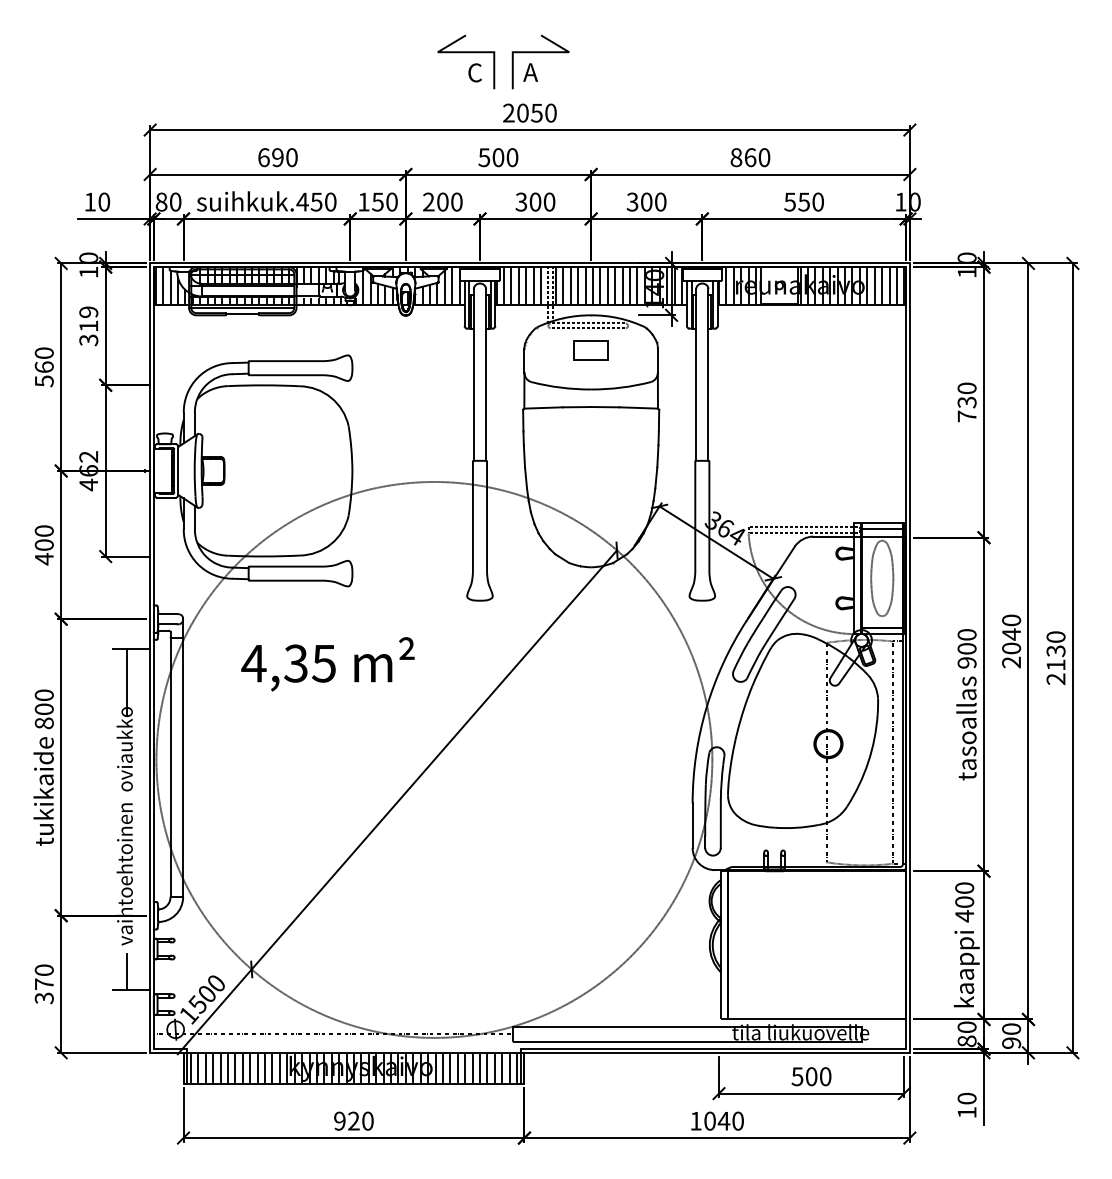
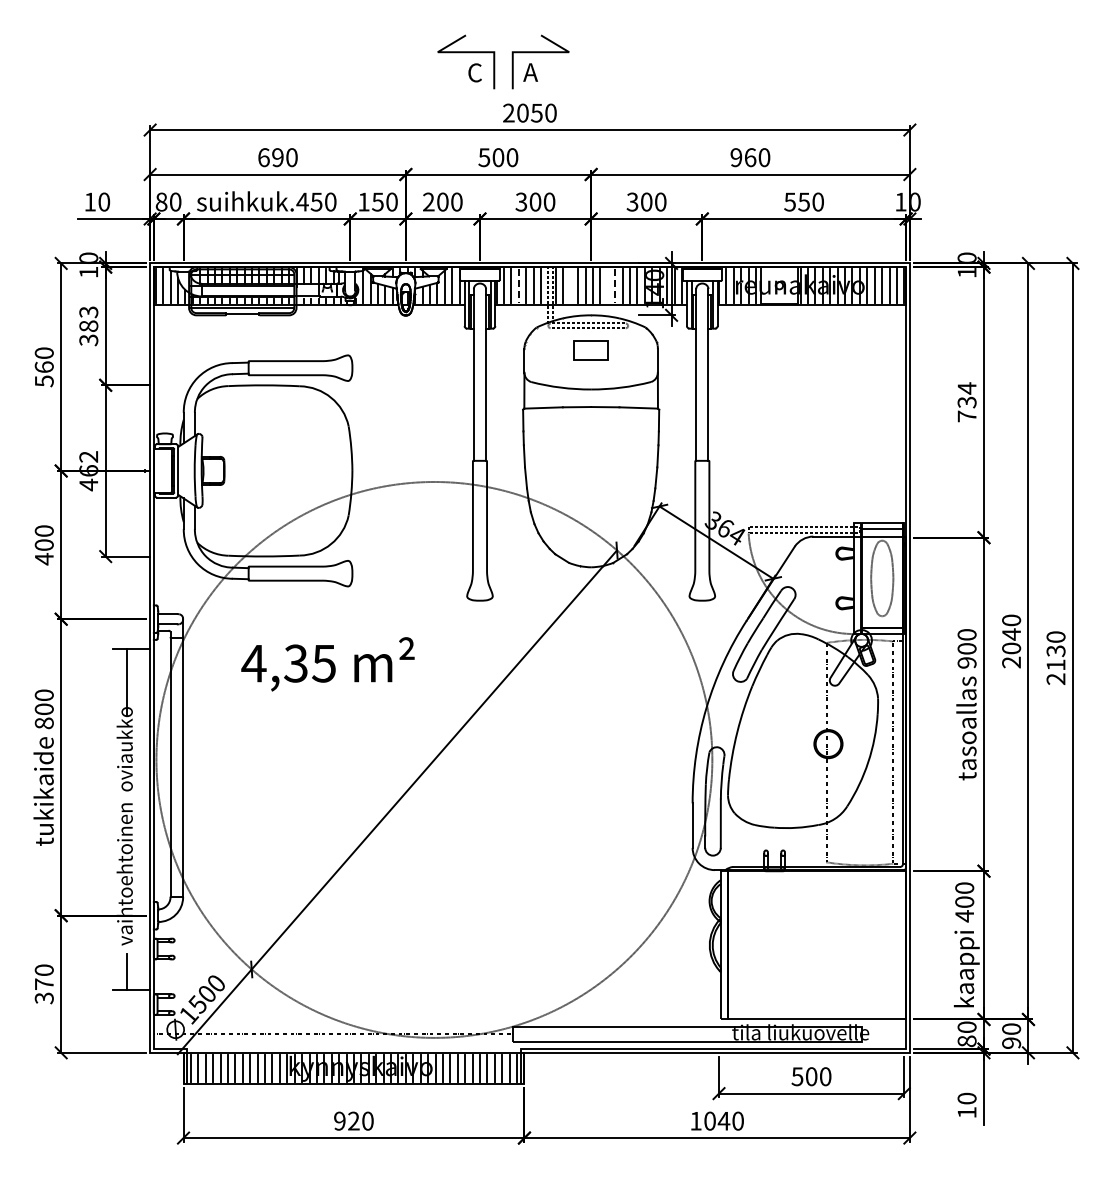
text at (736, 157): 860 -> 960
line at (570, 285): present -> none
line at (607, 285): present -> none
line at (518, 286): solid -> dashed
line at (615, 286): solid -> dashed
text at (88, 318): 319 -> 383
text at (966, 388): 730 -> 734
